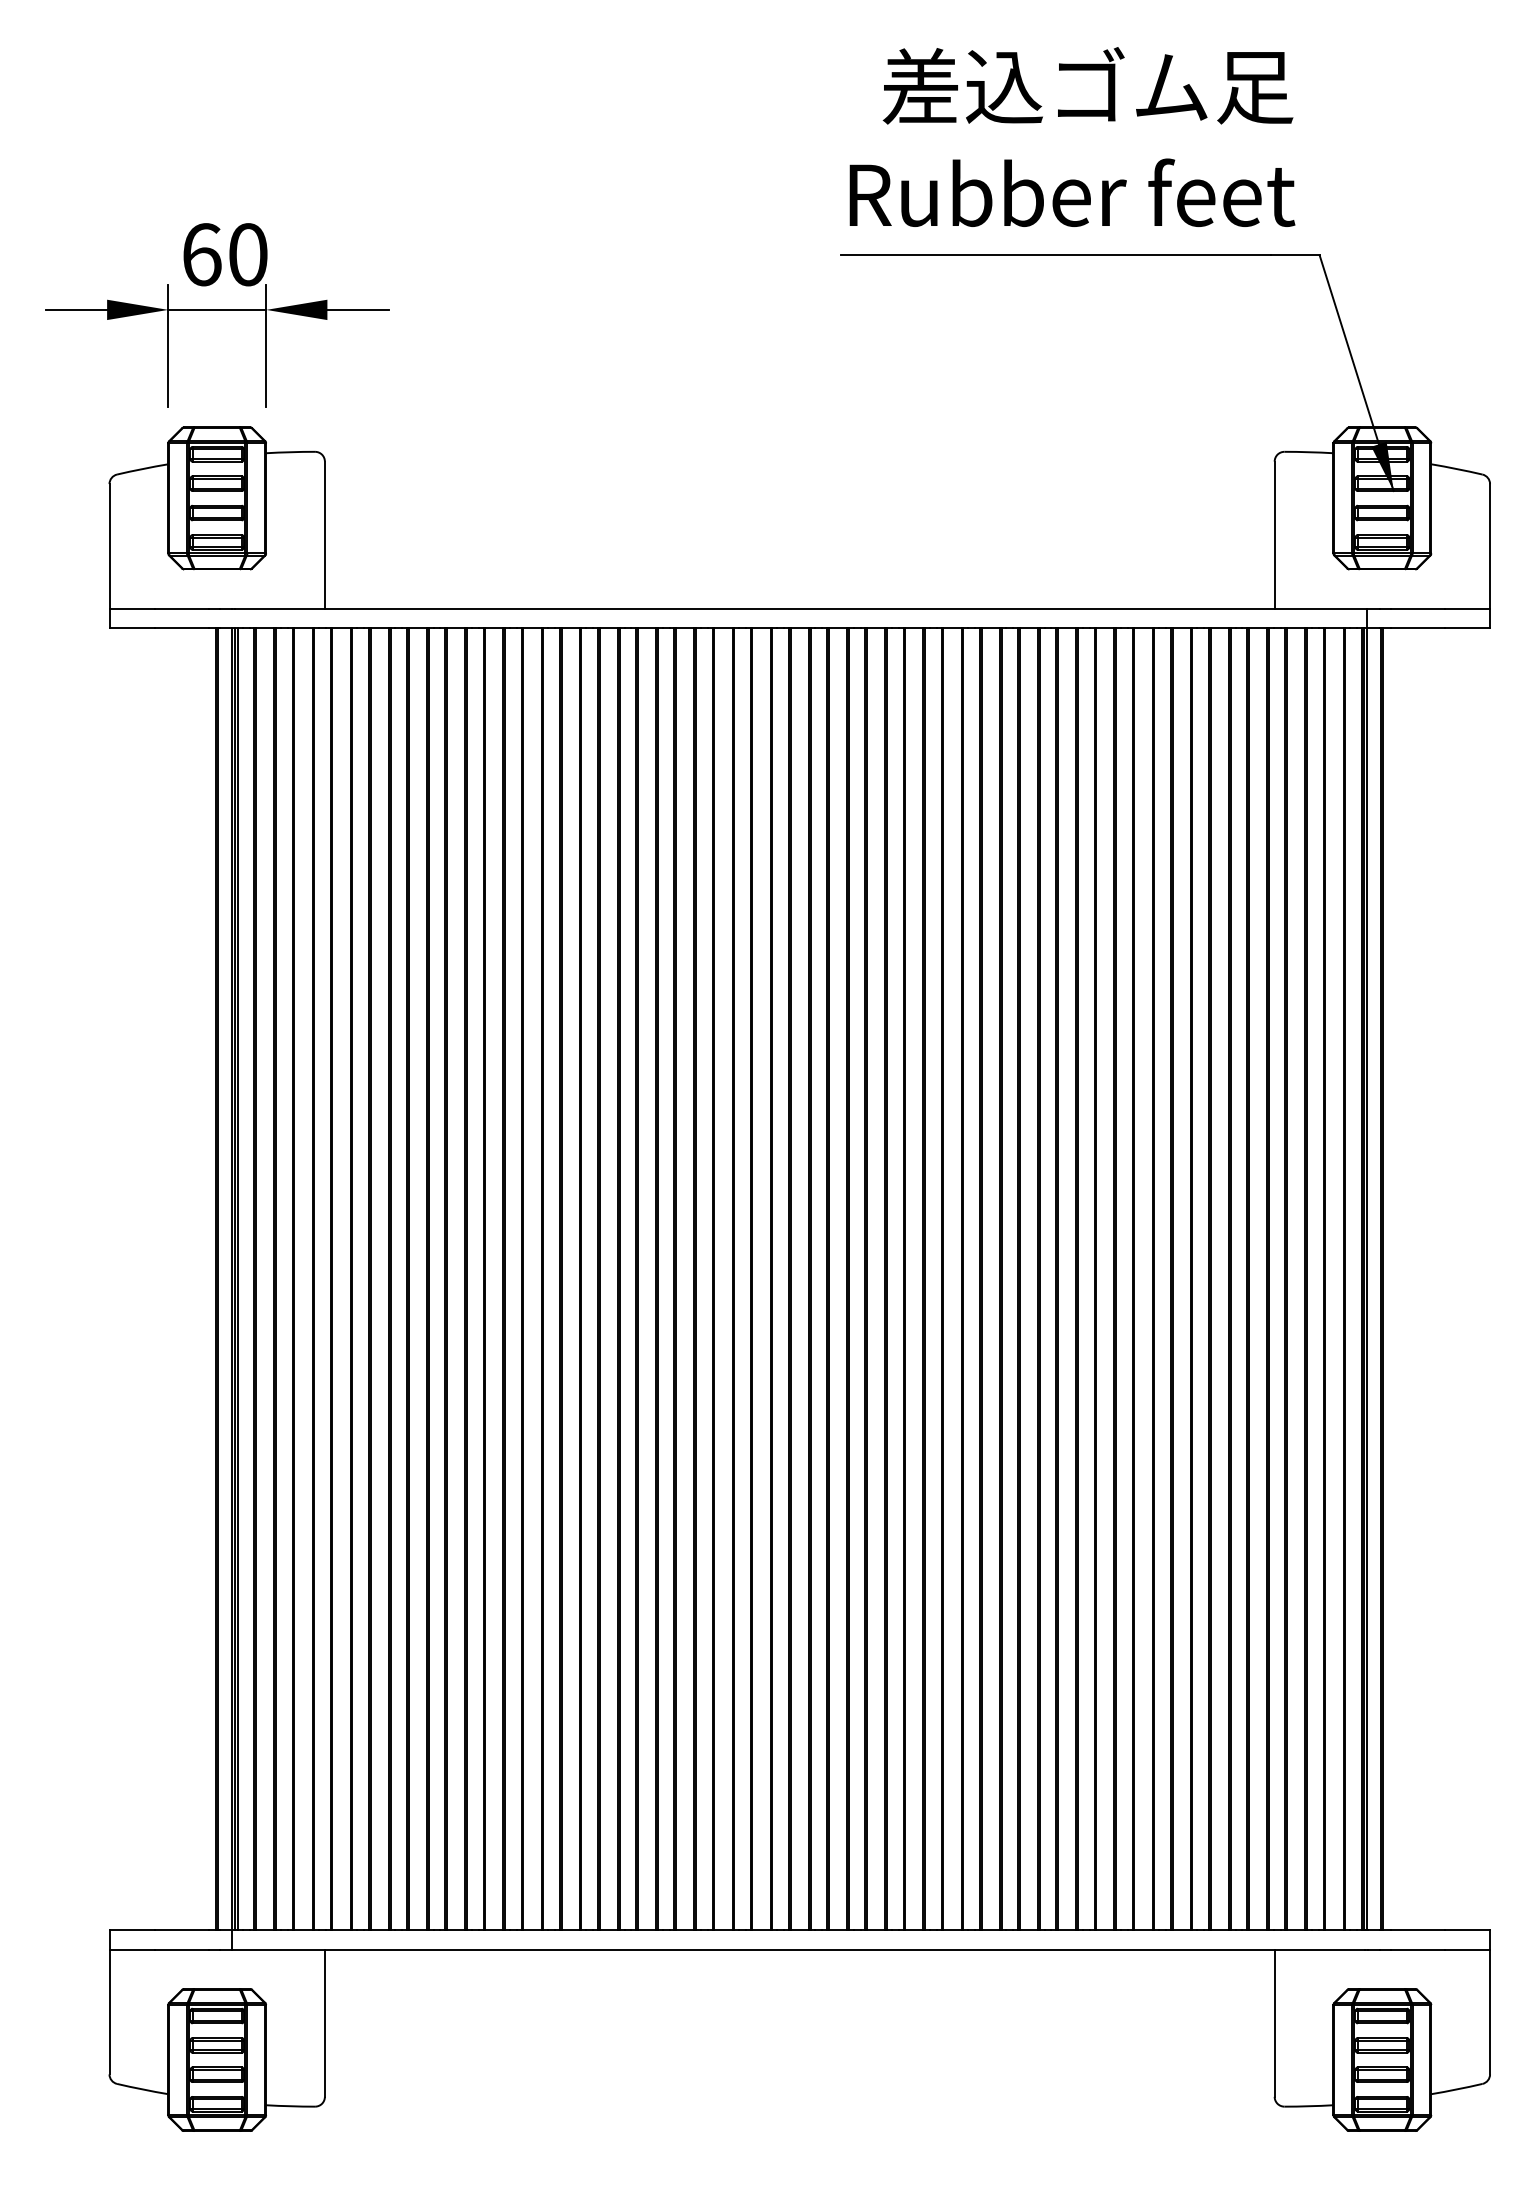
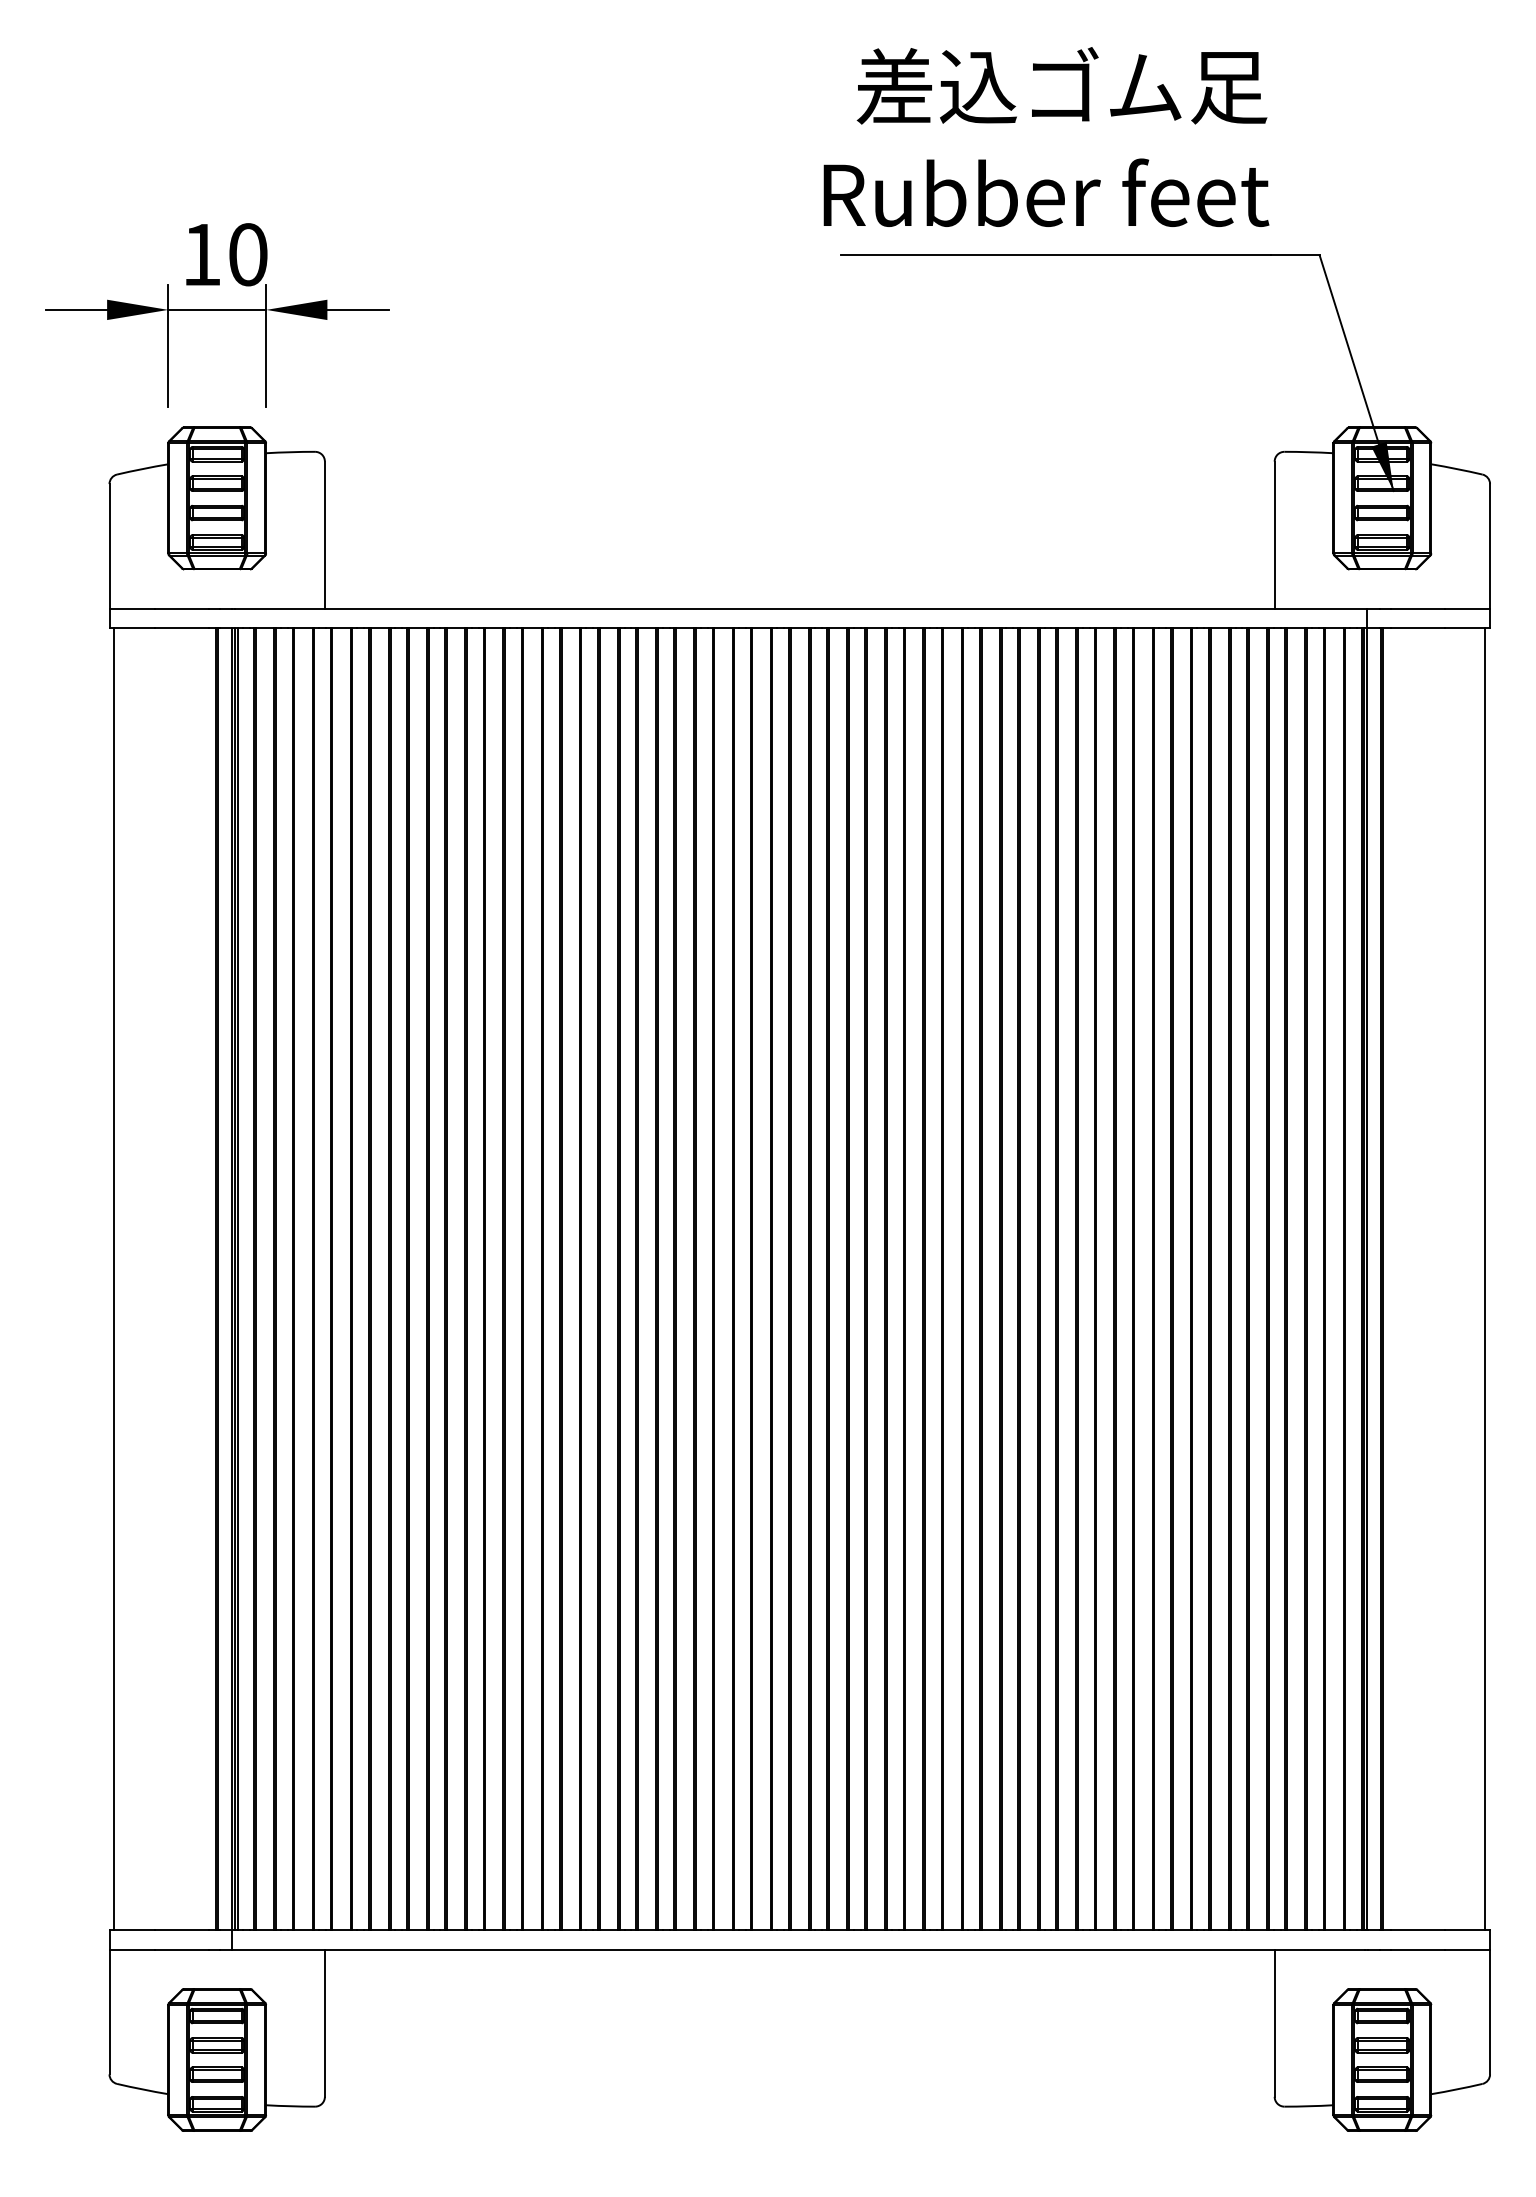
text at (1072, 136) position: (1072, 136) -> (1046, 136)
text at (202, 254): 60 -> 10
line at (114, 1279): none -> present
line at (1485, 1279): none -> present
